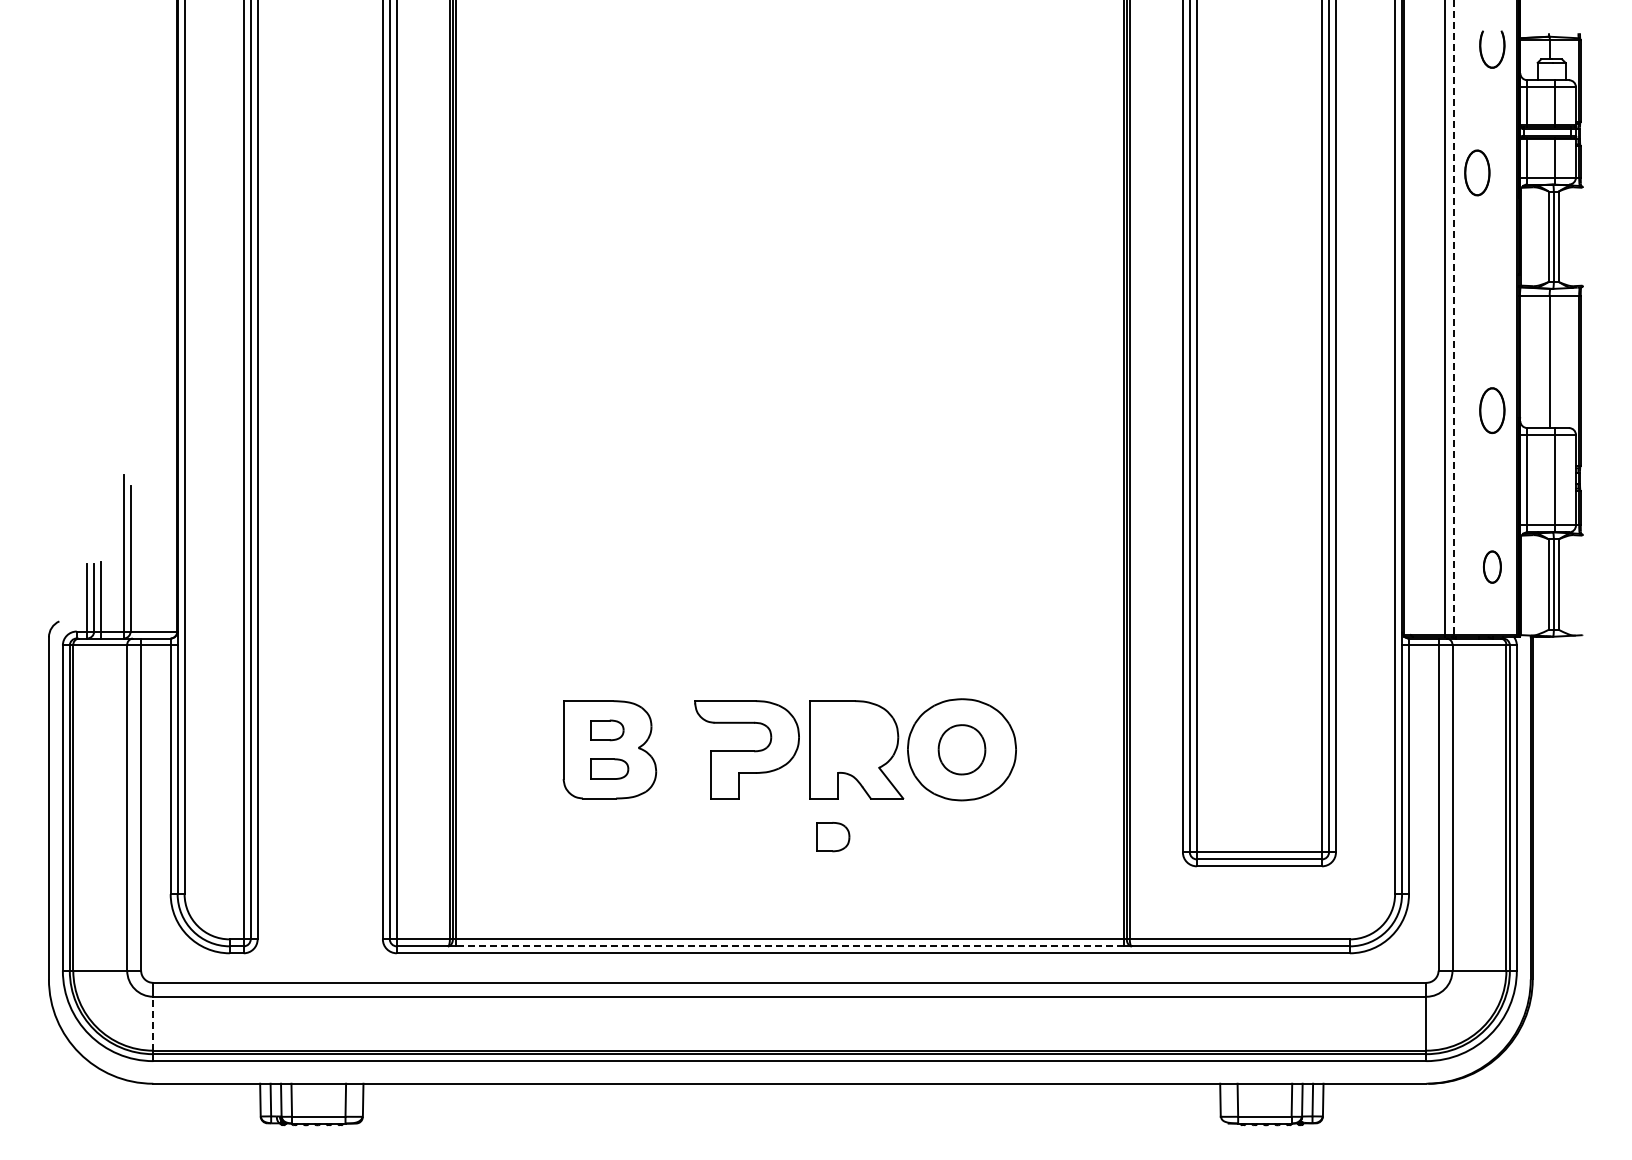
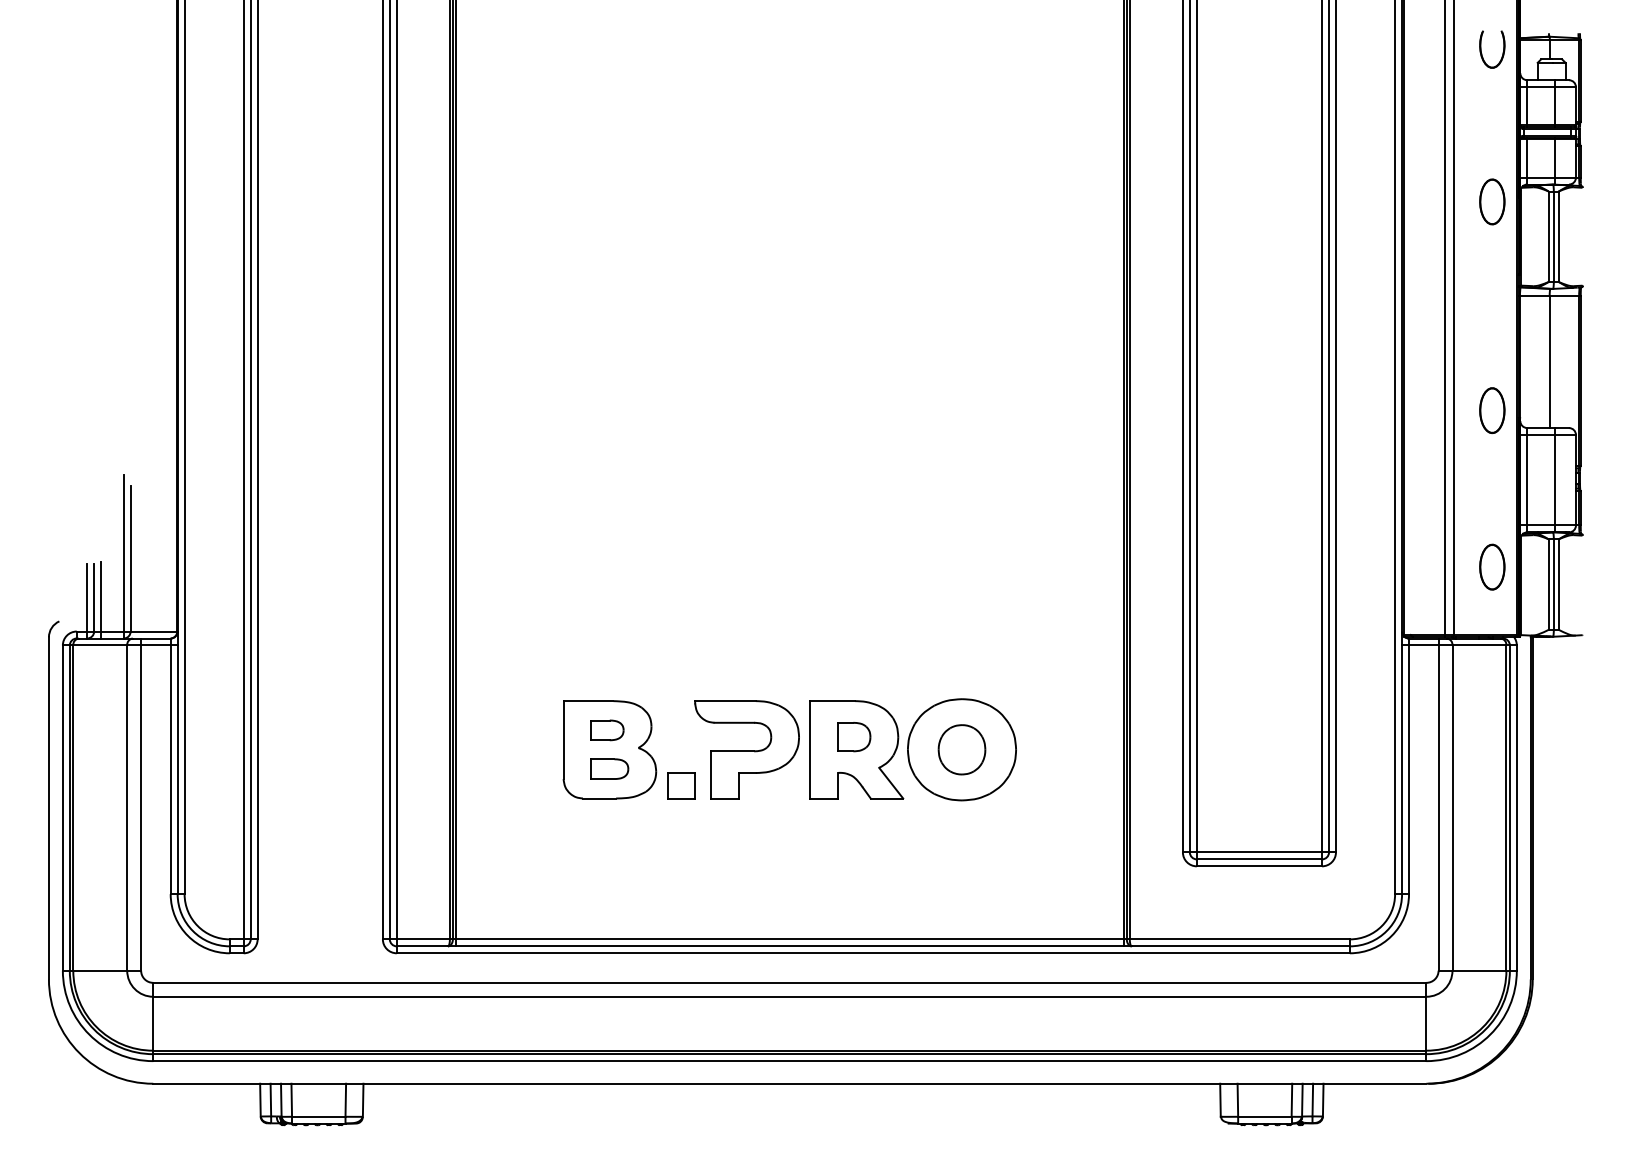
part at (1477, 172) position: (1477, 172) -> (1492, 201)
line at (1453, 318): dashed -> solid
part at (1492, 566) size: 19x34 px -> 27x48 px
part at (681, 785): none -> present
part at (833, 837) position: (833, 837) -> (854, 737)
line at (789, 946): dashed -> solid
line at (153, 1023): dashed -> solid
